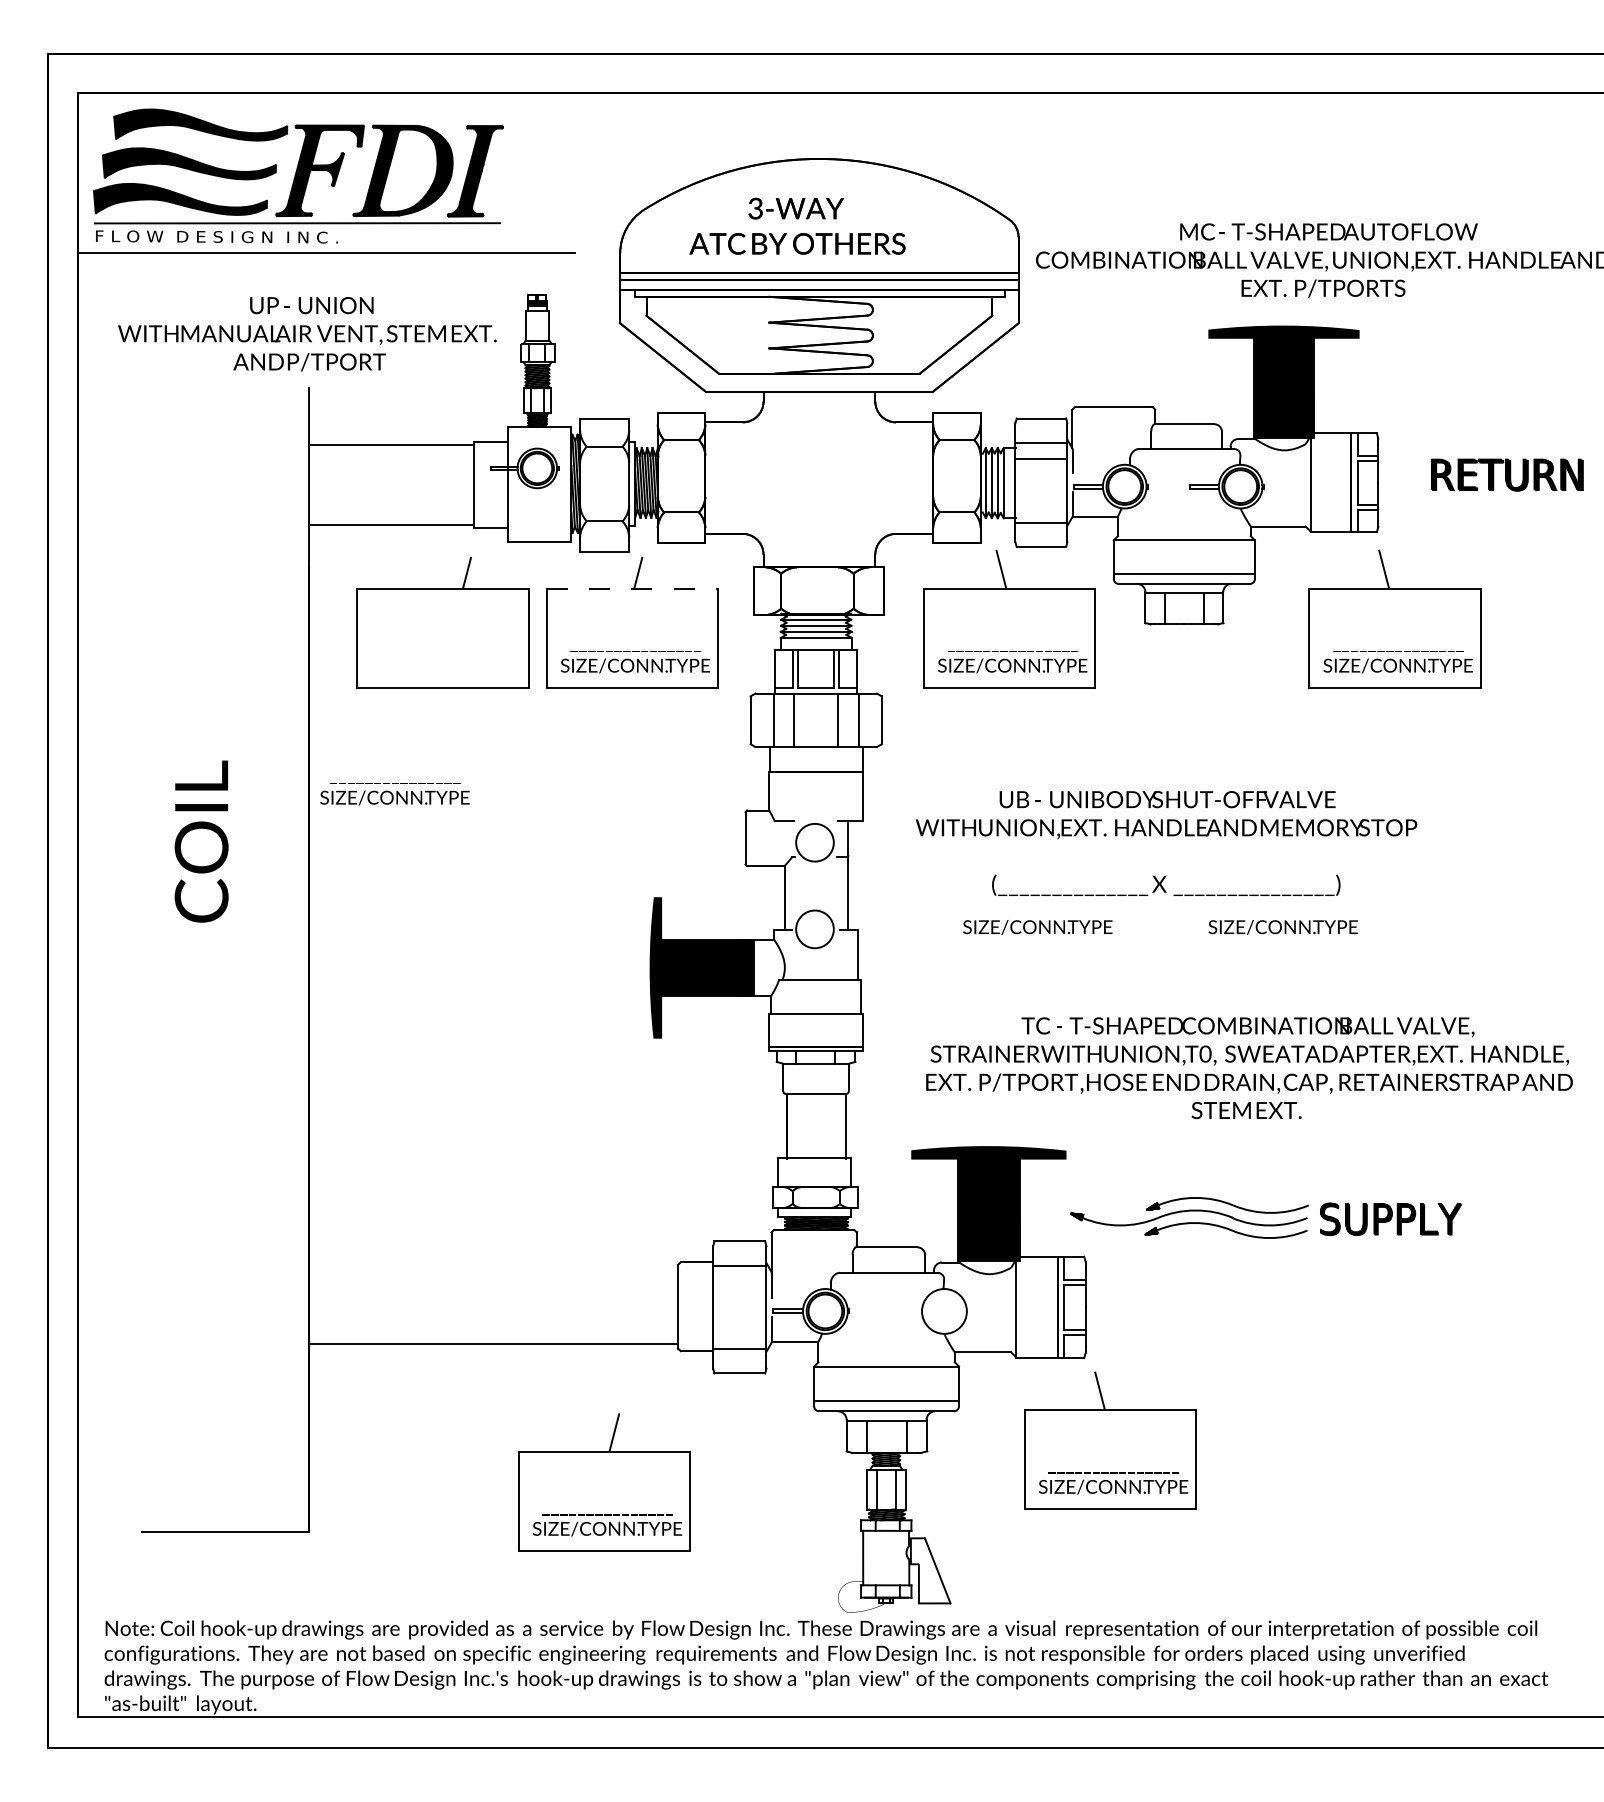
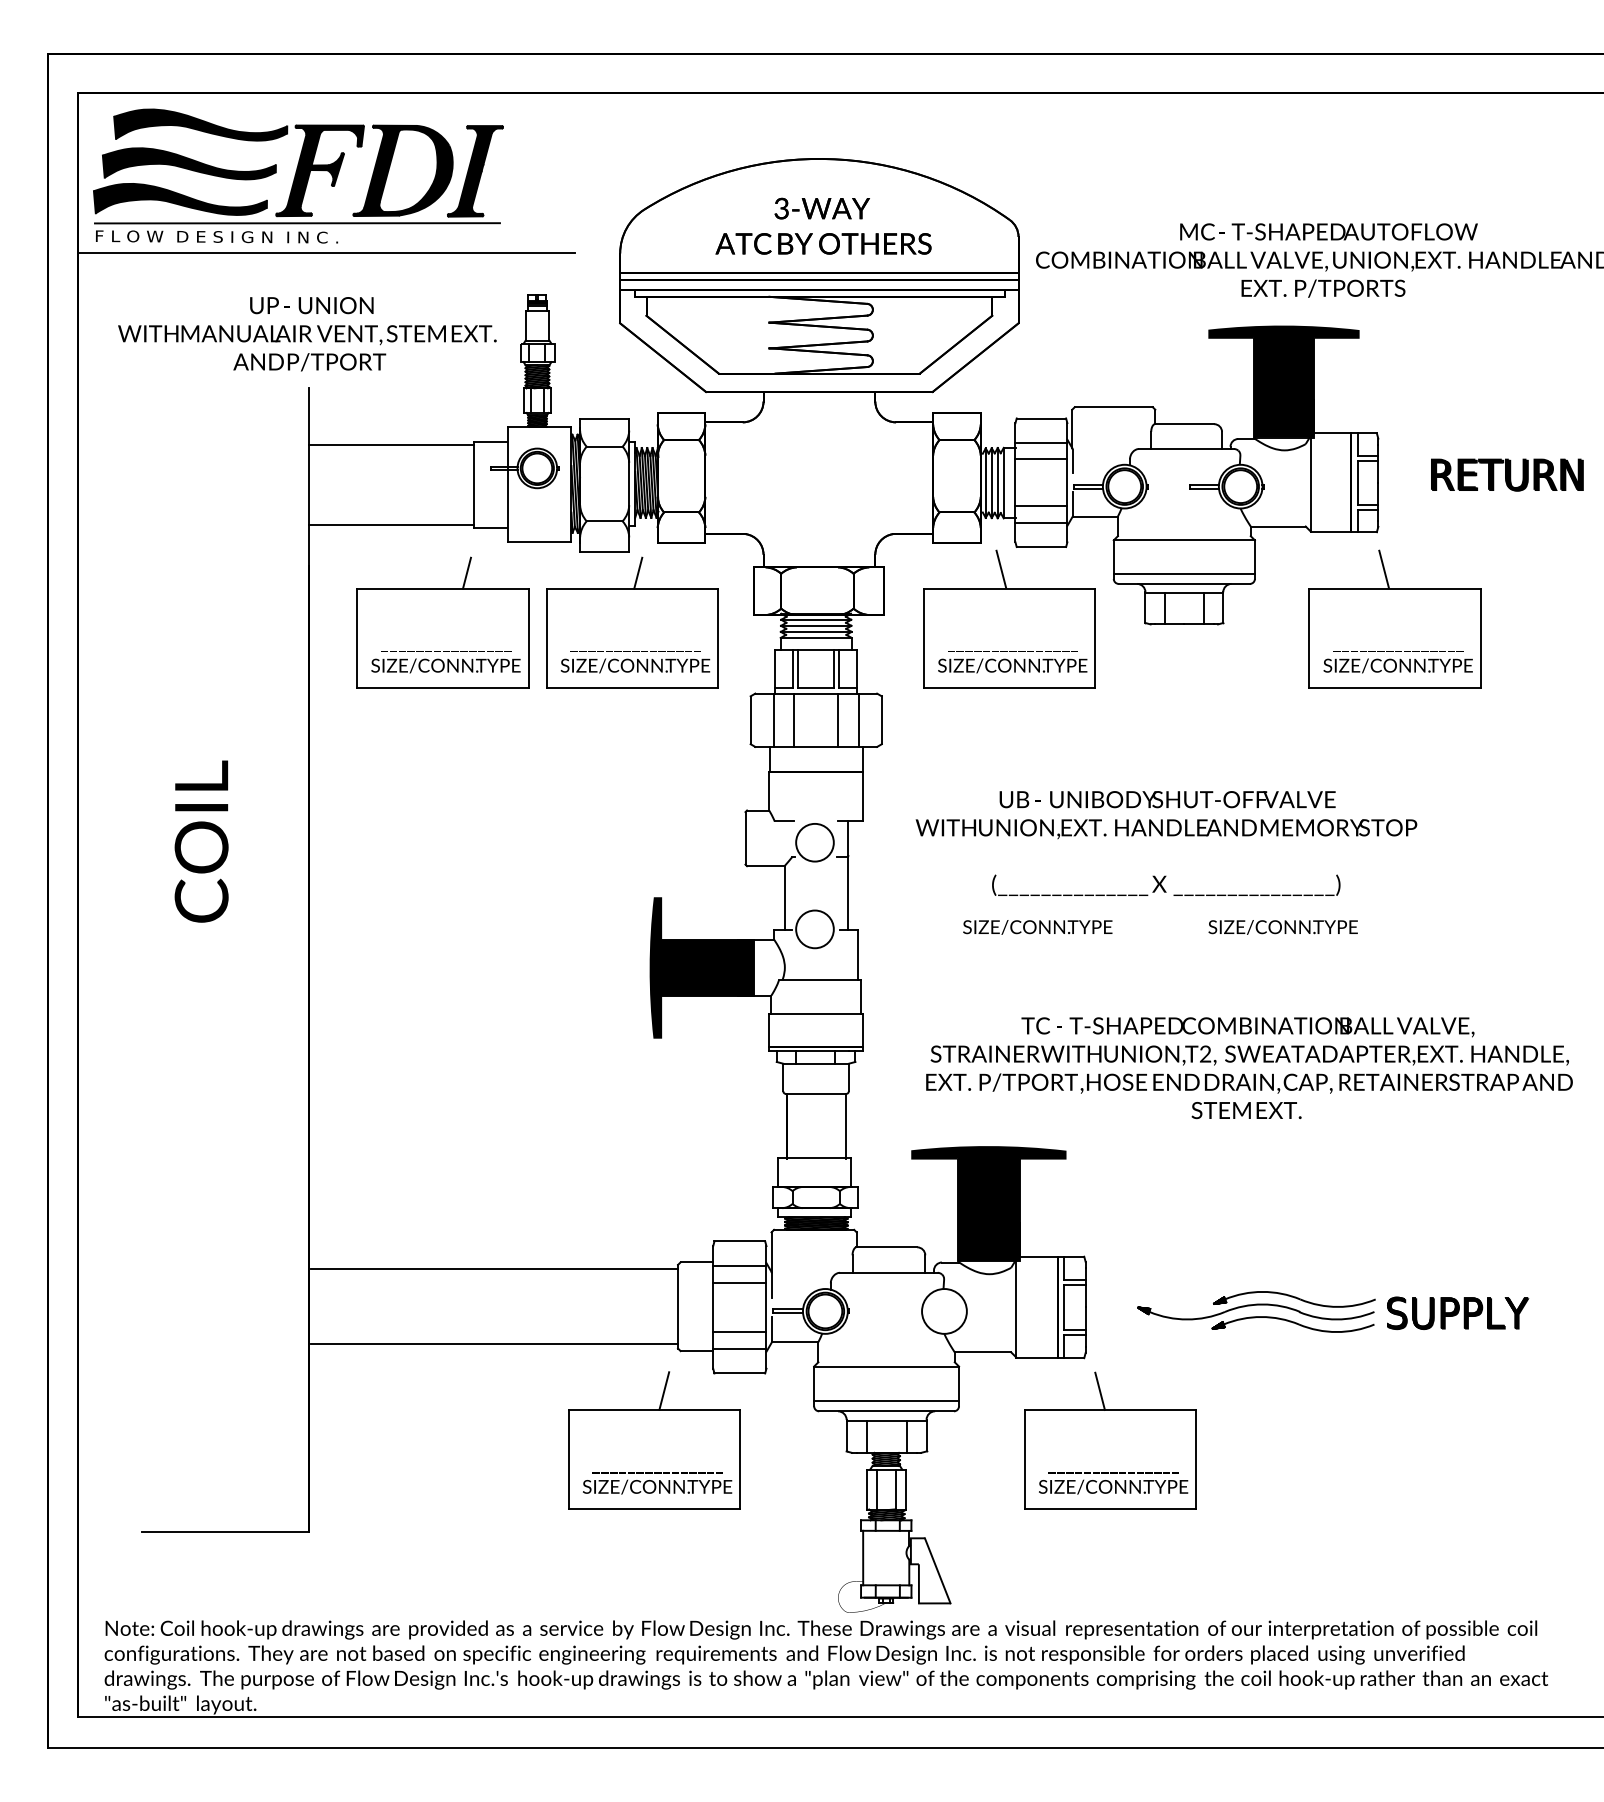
text at (797, 225) position: (797, 225) -> (823, 225)
line at (1041, 506): none -> present
line at (632, 588): dashed -> solid
text at (394, 794) position: (394, 794) -> (445, 662)
text at (1205, 1054): T0, -> T2,
part at (1266, 1217) position: (1266, 1217) -> (1333, 1311)
line at (494, 1268): none -> present
line at (739, 1283): none -> present
line at (739, 1331): none -> present
part at (604, 1482) position: (604, 1482) -> (654, 1440)
